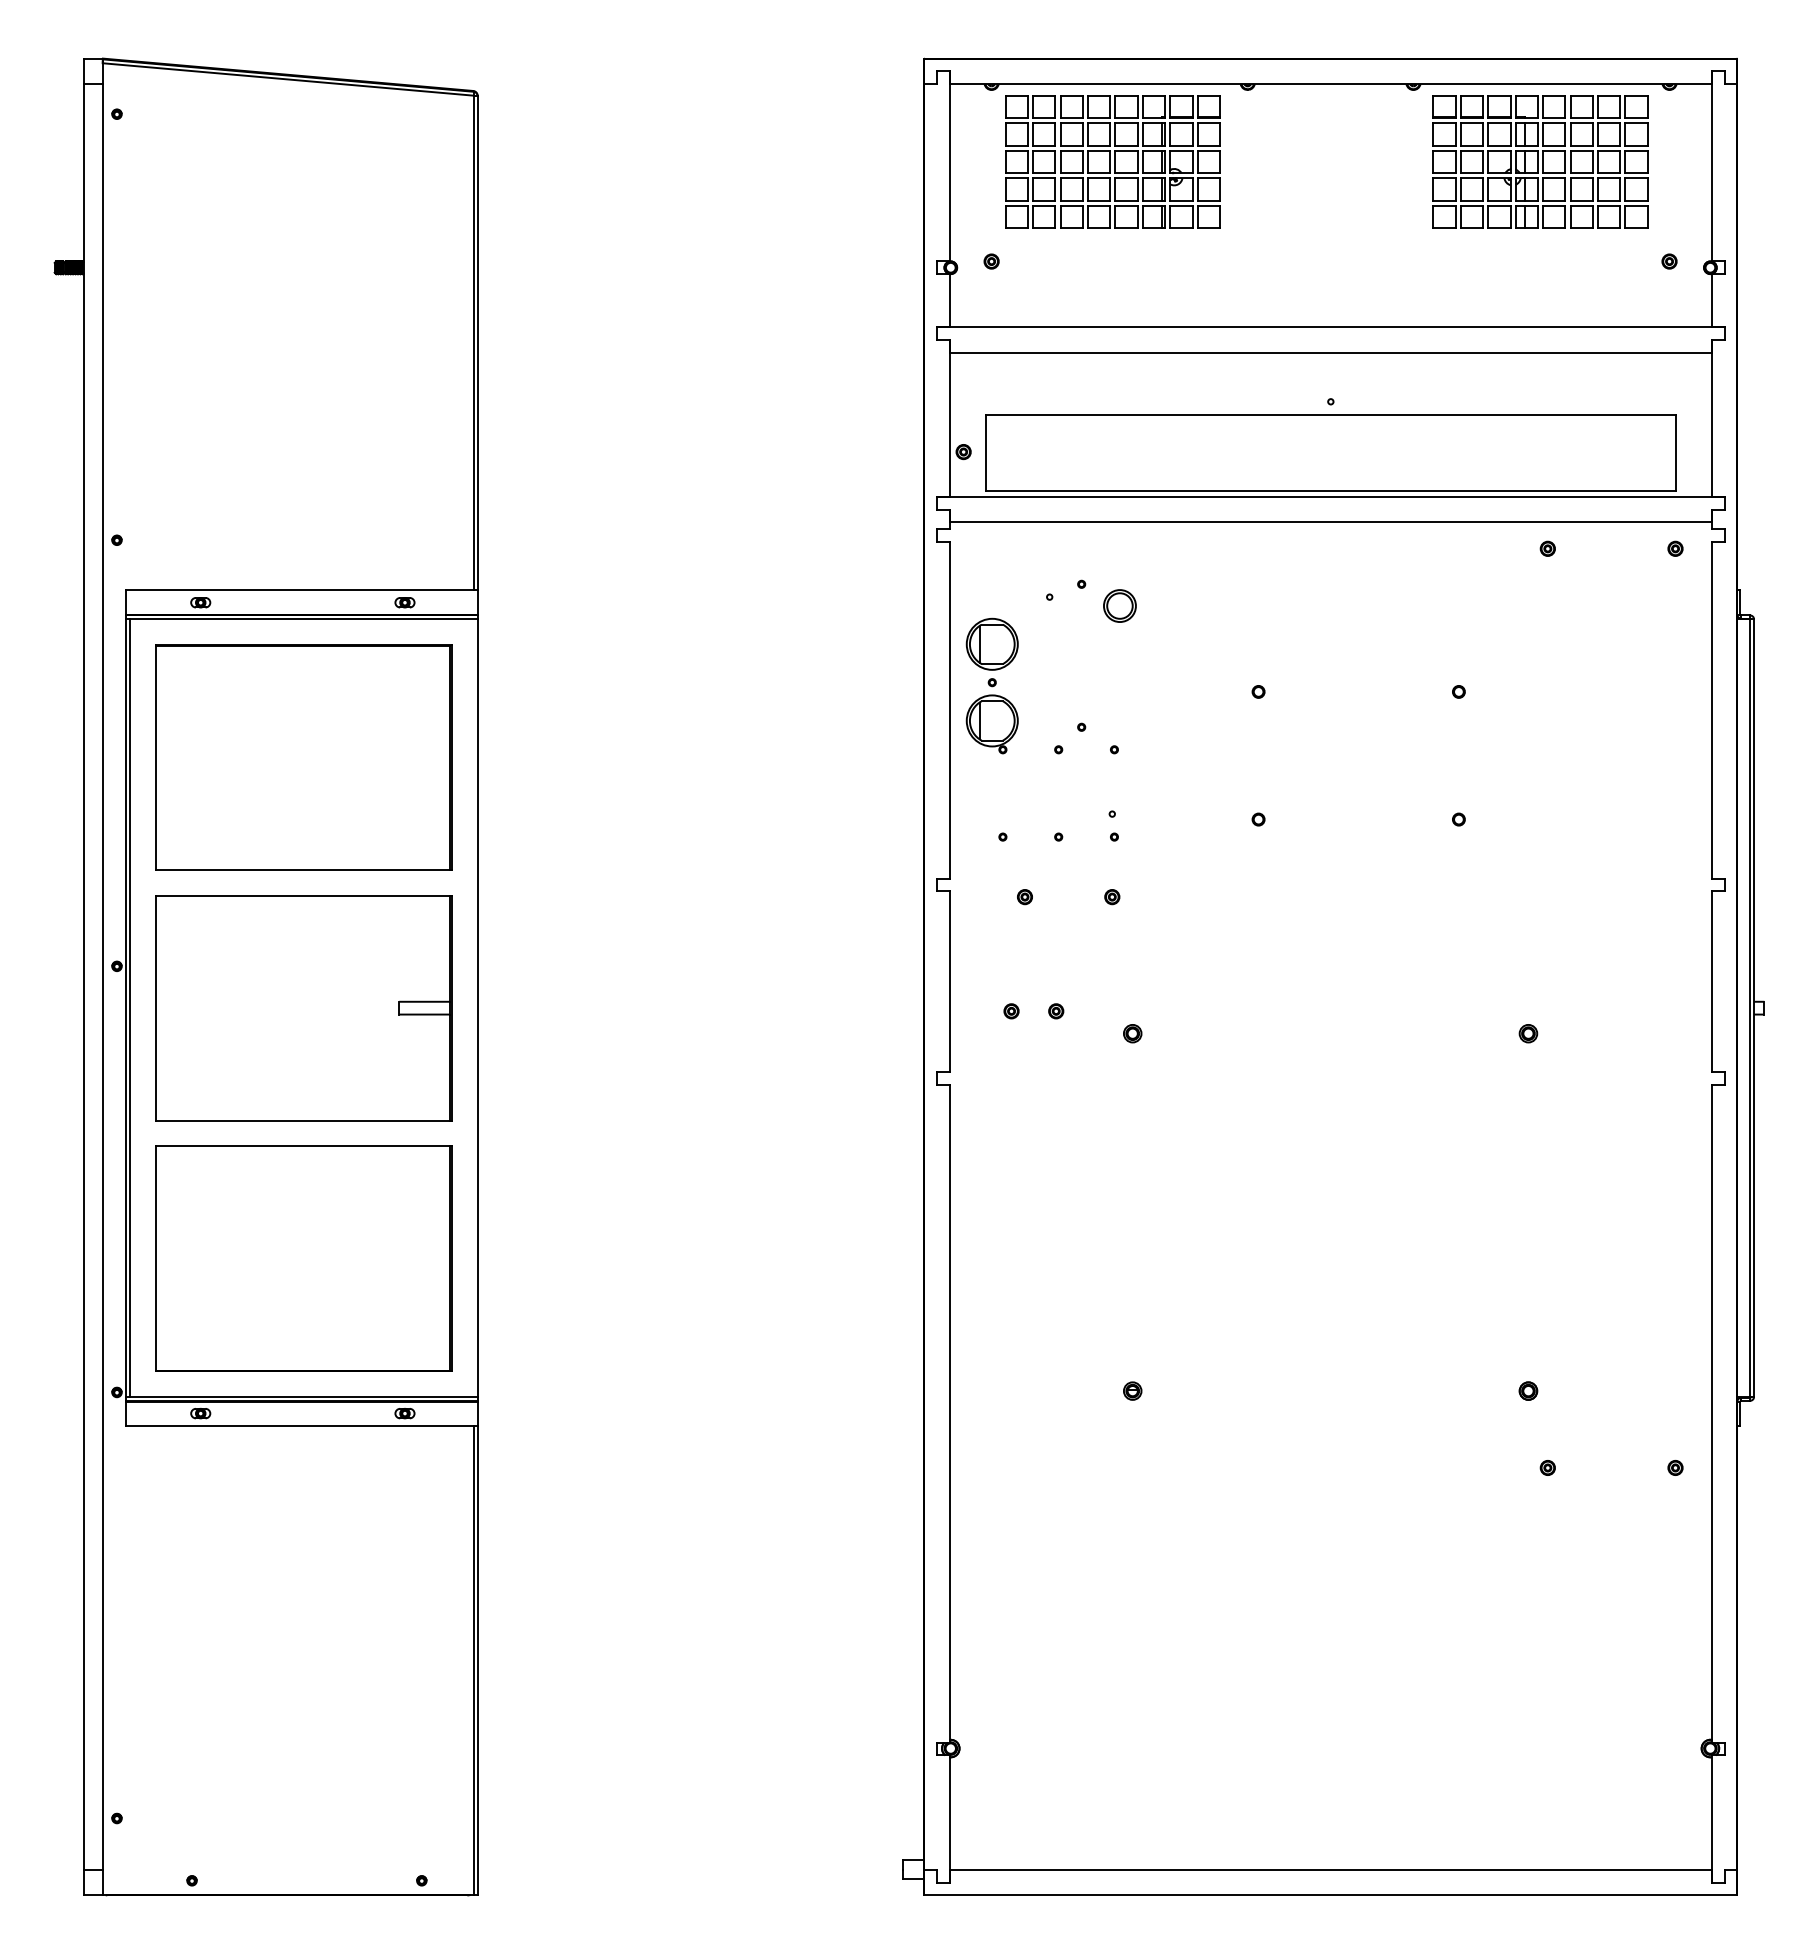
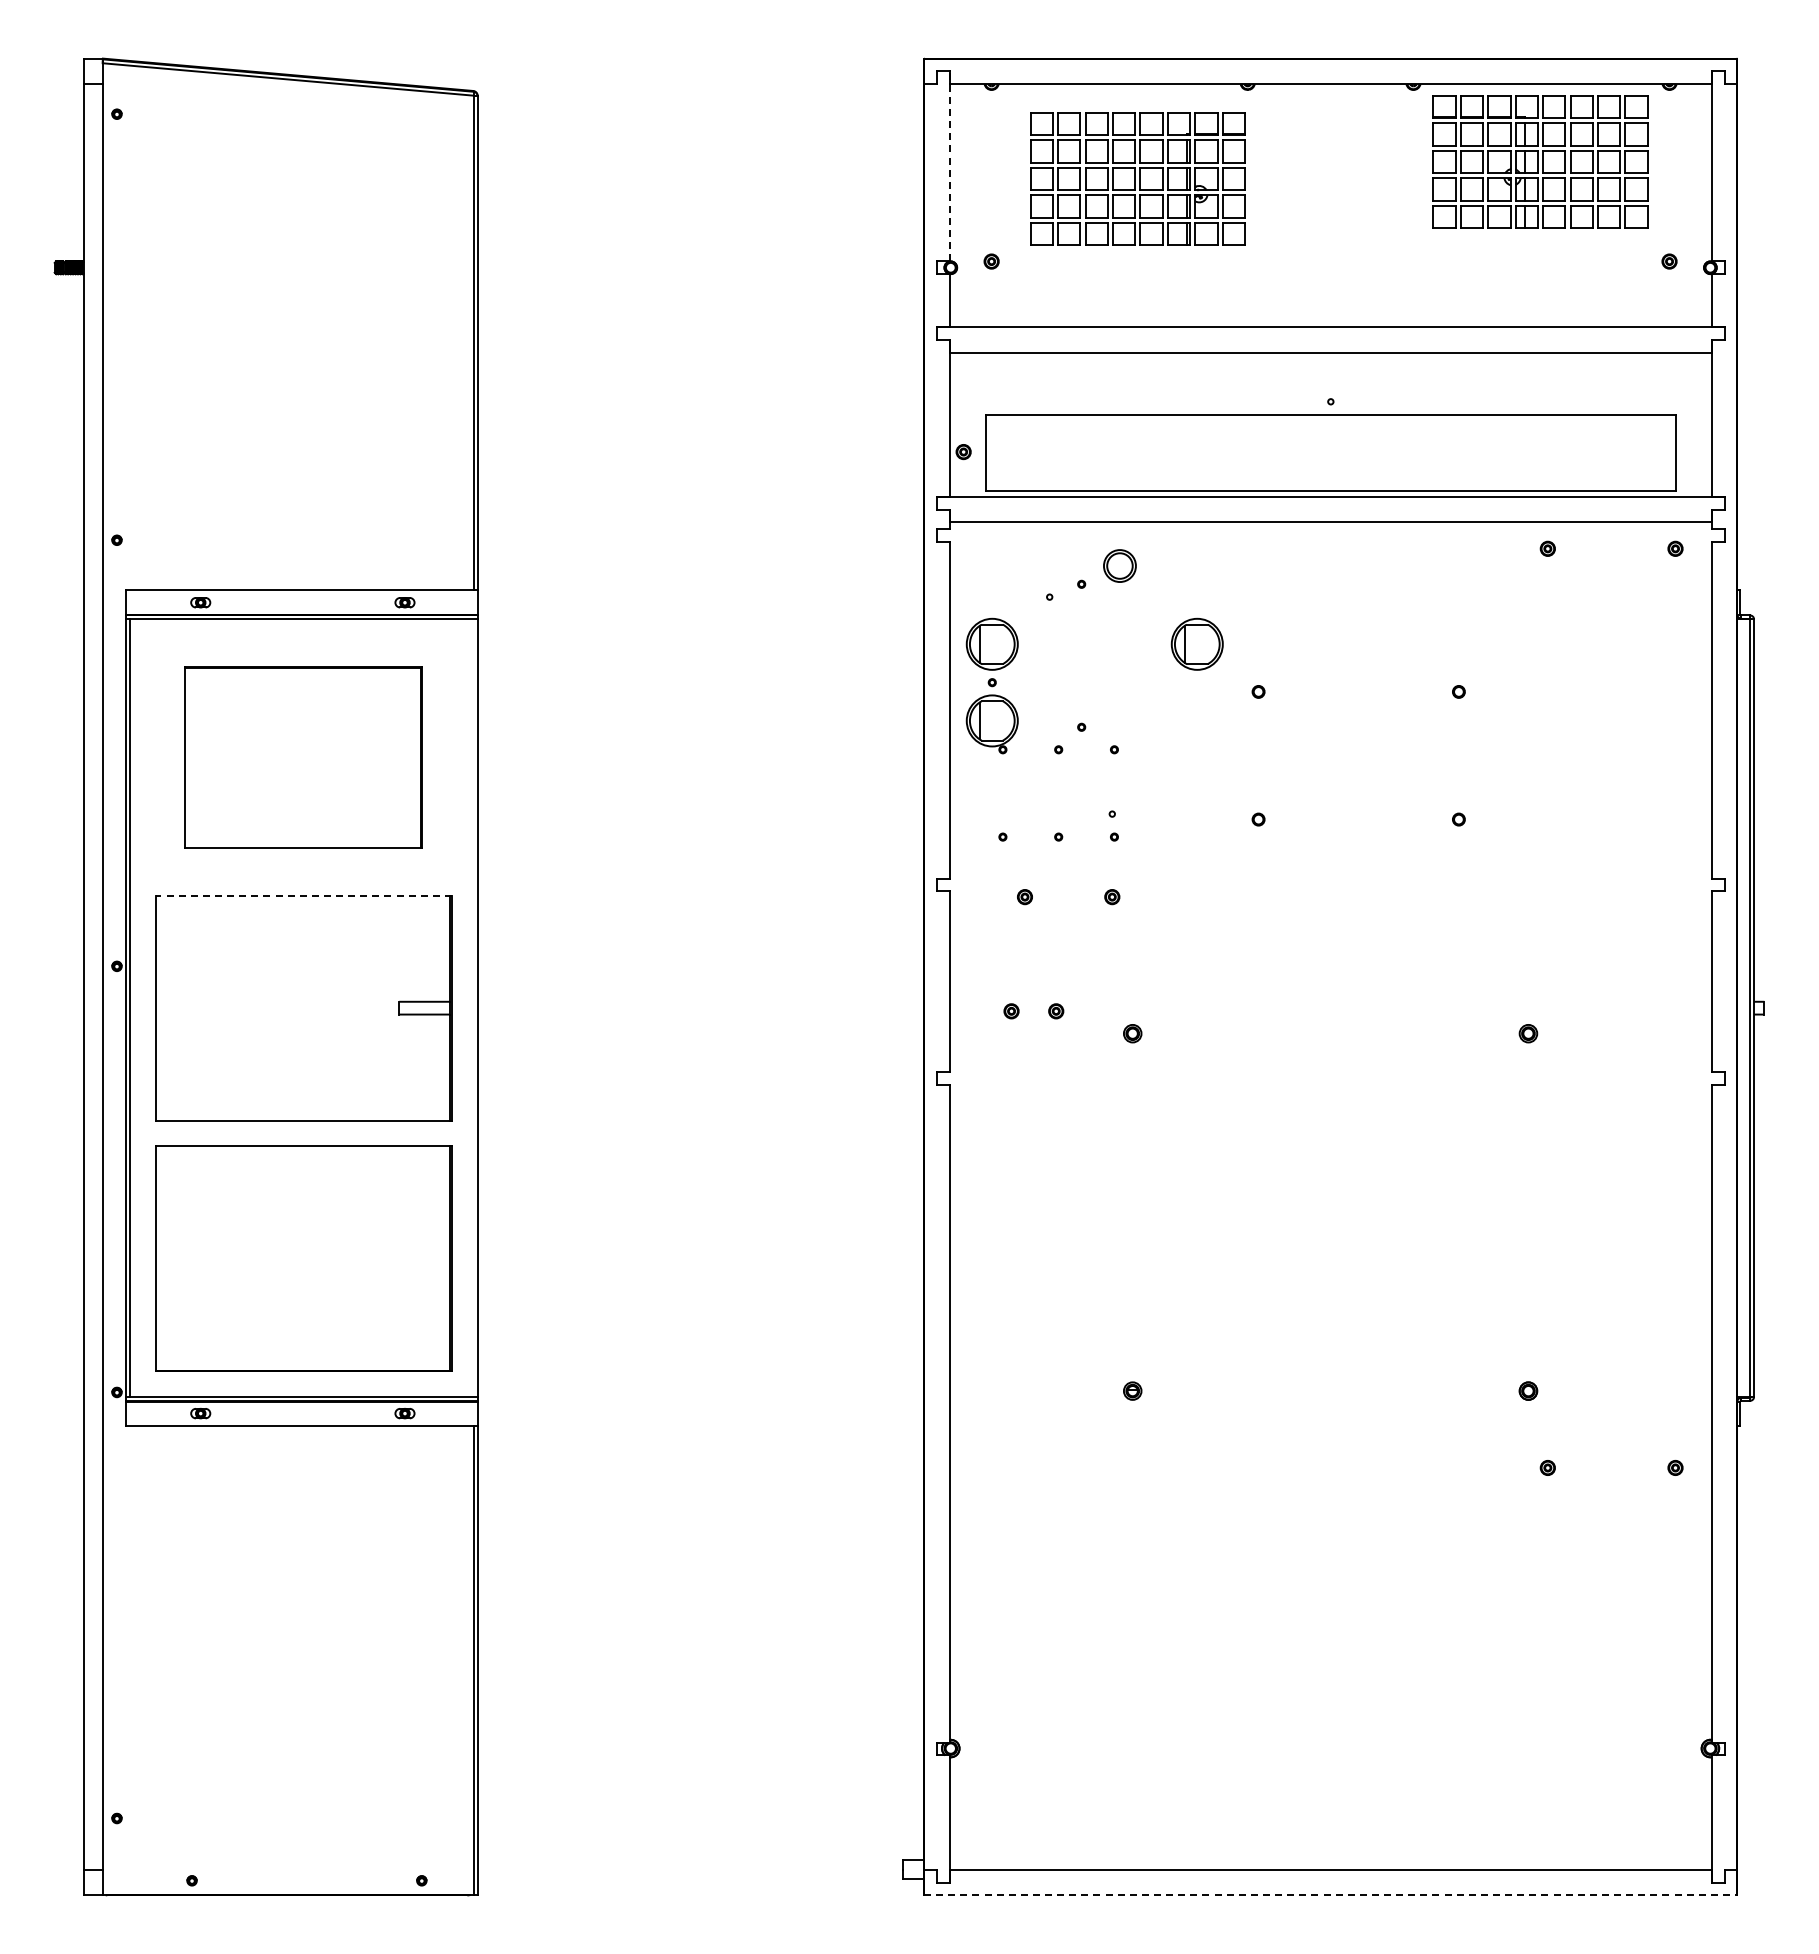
part at (1112, 161) position: (1112, 161) -> (1137, 178)
line at (949, 166): solid -> dashed
part at (1119, 605) position: (1119, 605) -> (1119, 565)
part at (1196, 643): none -> present
part at (303, 757) size: 298x227 px -> 239x183 px
line at (303, 895): solid -> dashed
line at (1330, 1895): solid -> dashed
